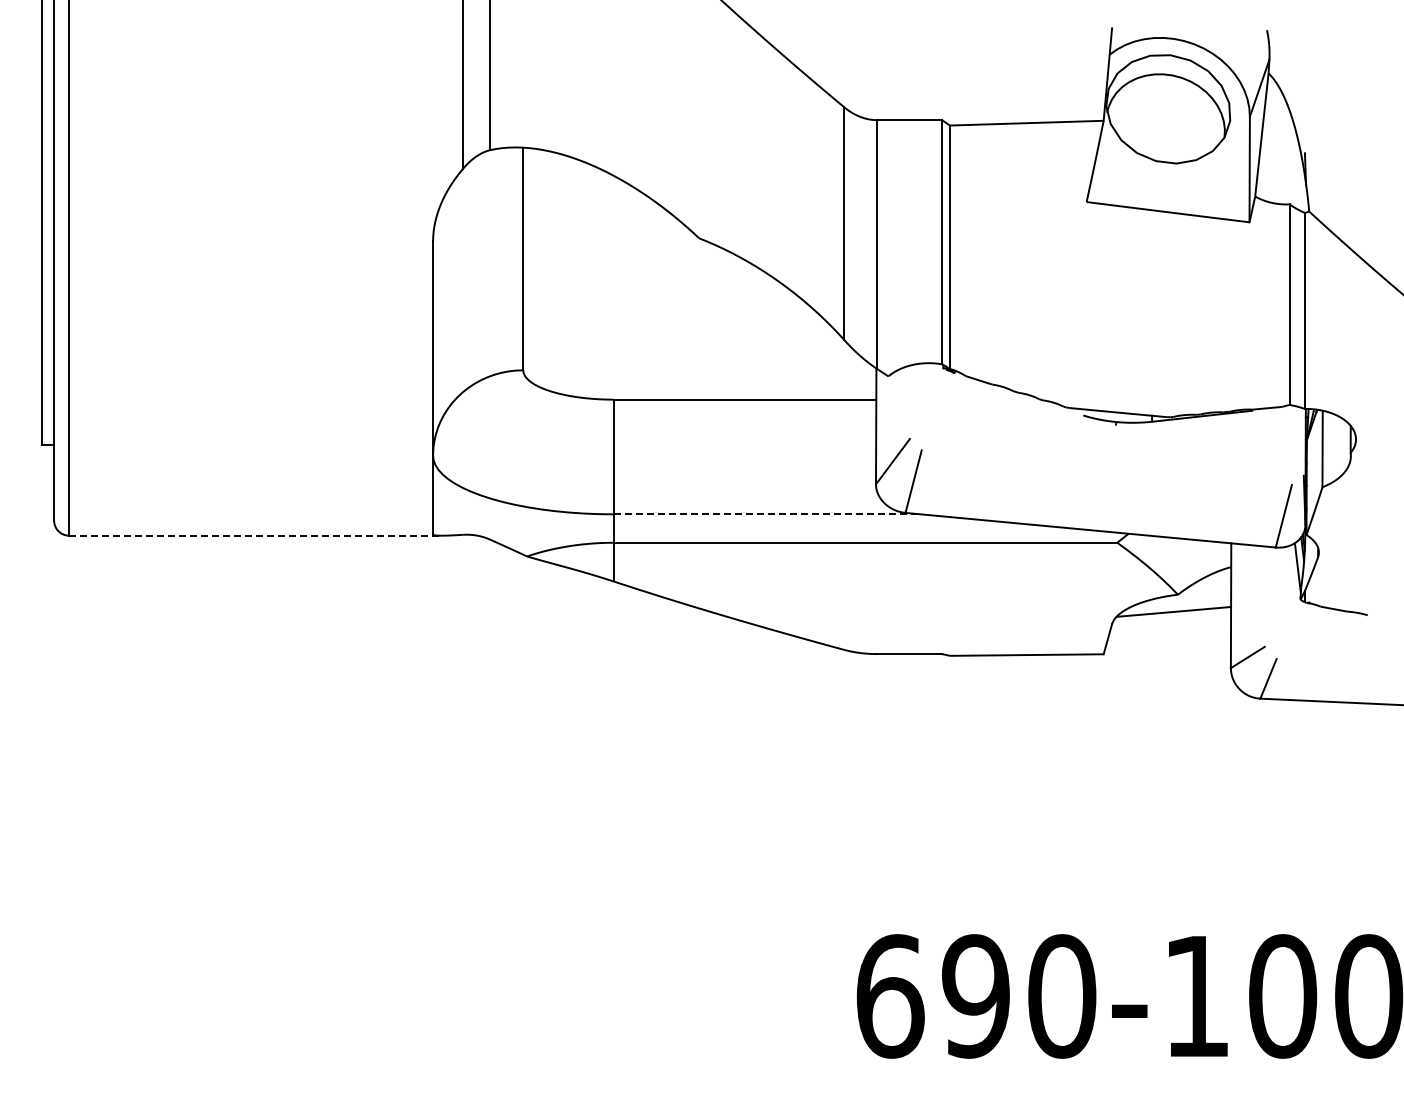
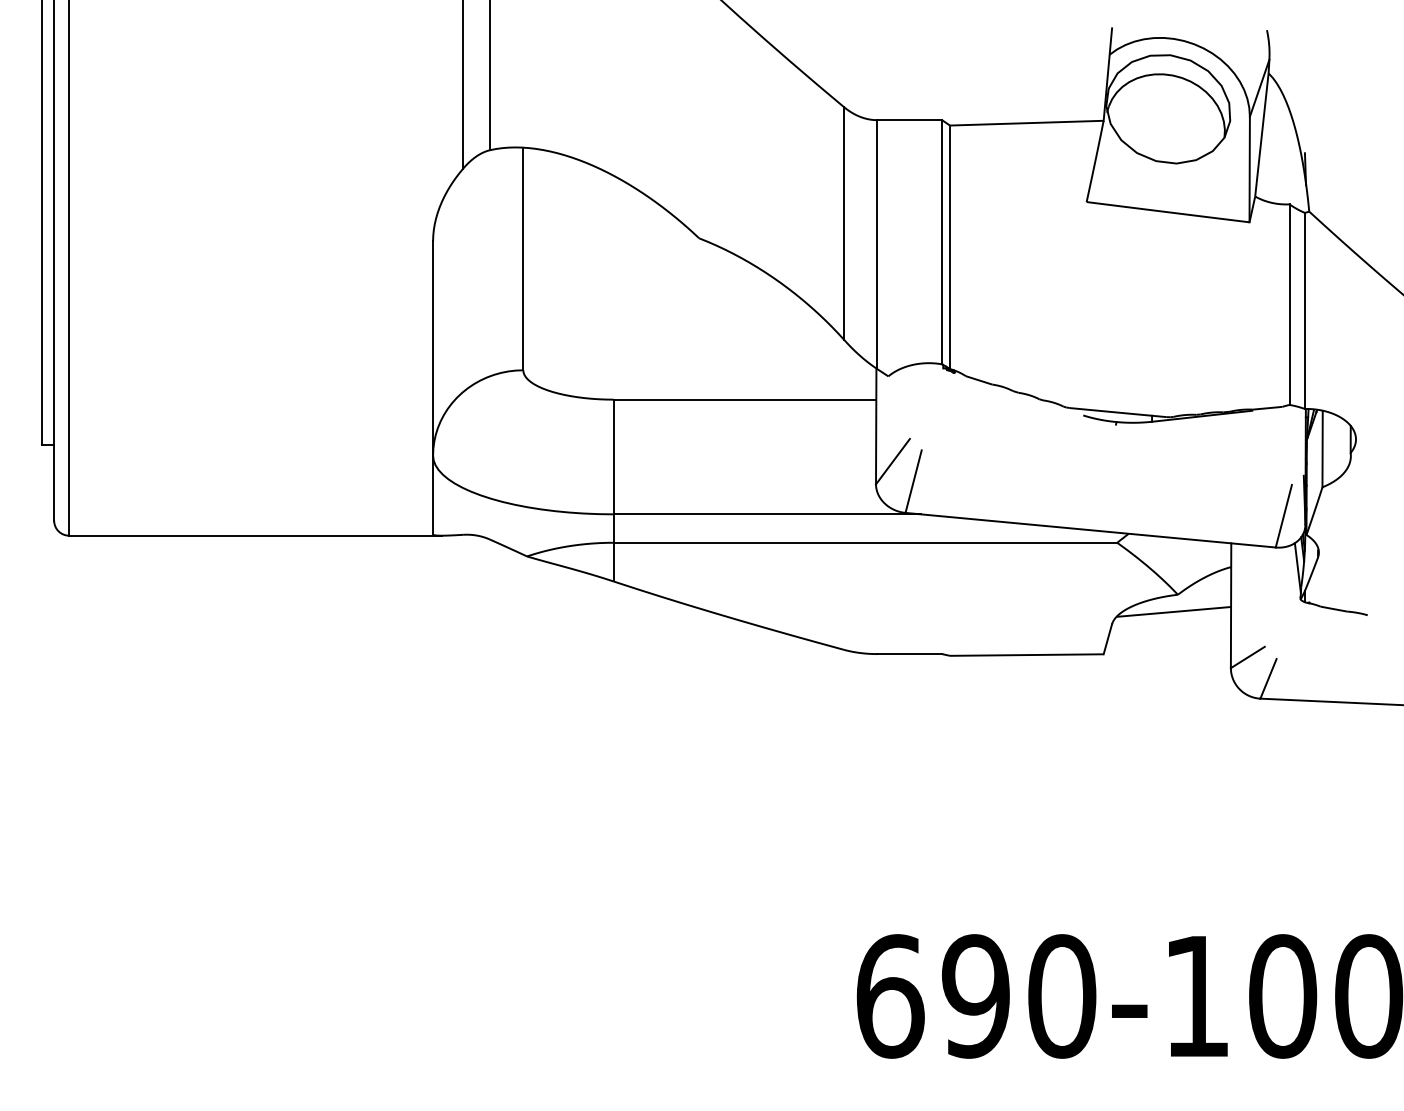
line at (767, 514): dashed -> solid
line at (255, 535): dashed -> solid
